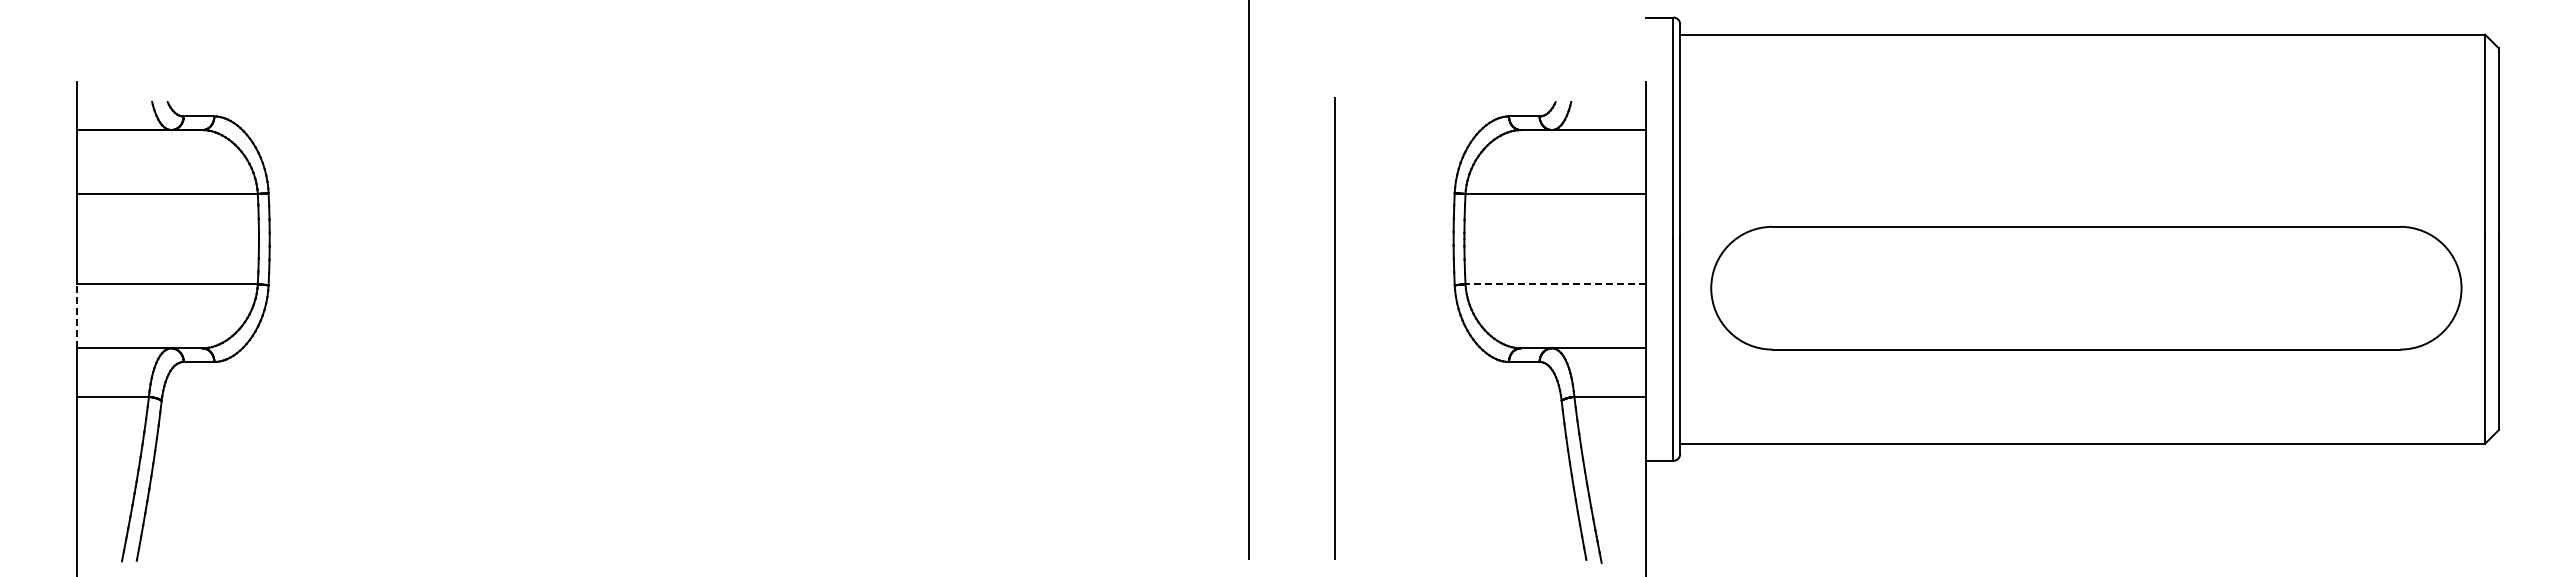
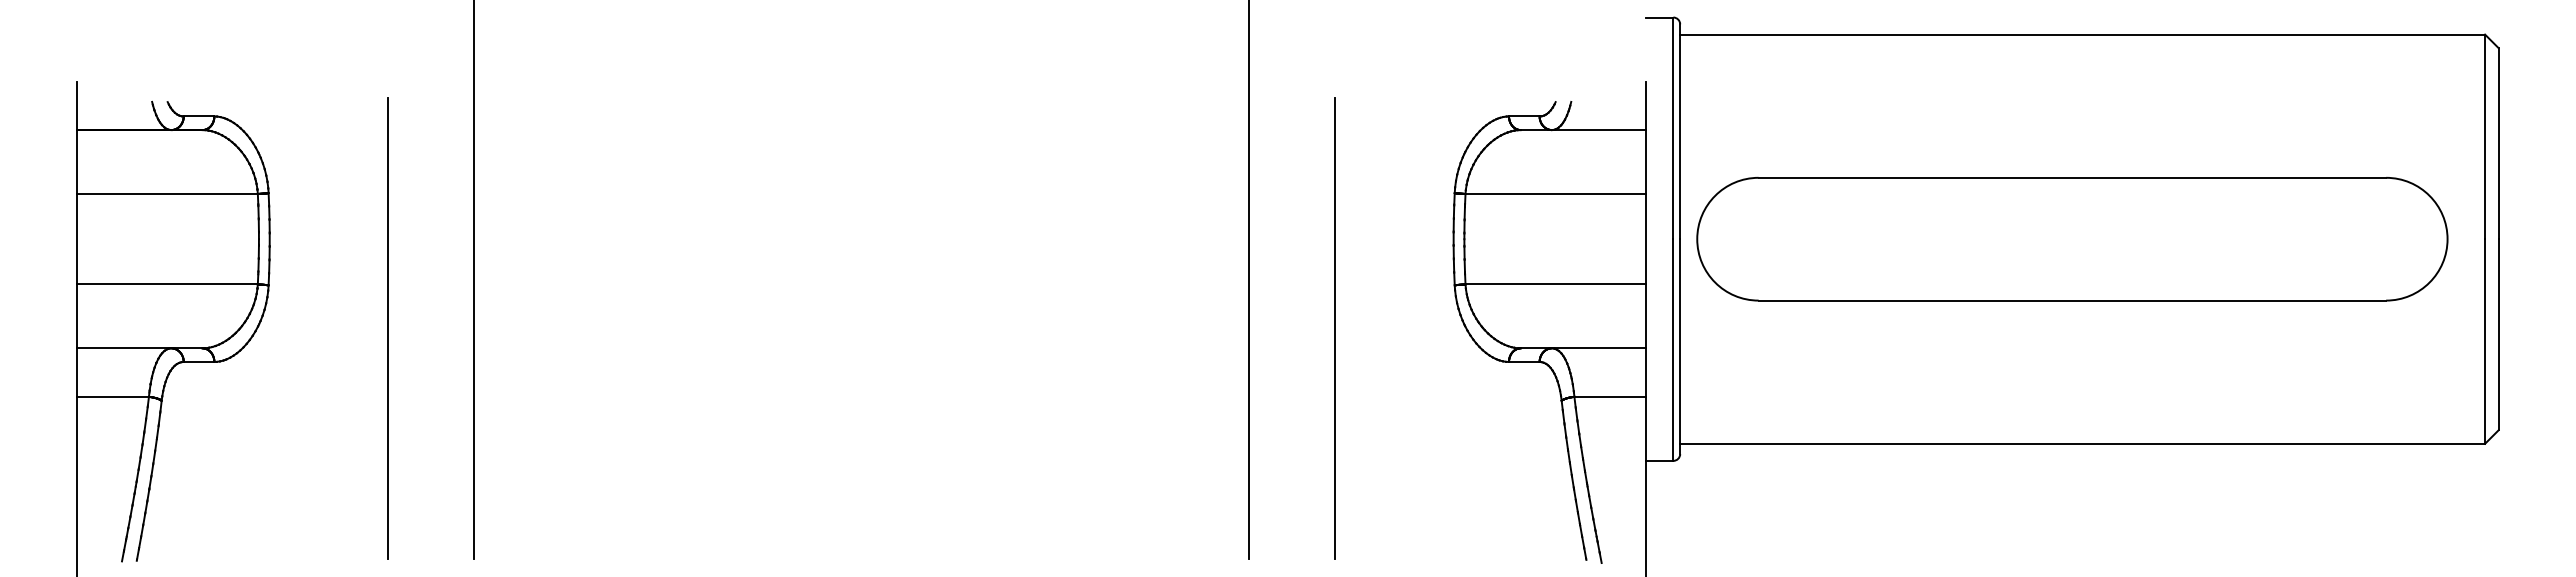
line at (474, 280): none -> present
line at (1555, 284): dashed -> solid
part at (2086, 288) position: (2086, 288) -> (2072, 239)
line at (77, 316): dashed -> solid
line at (388, 328): none -> present
